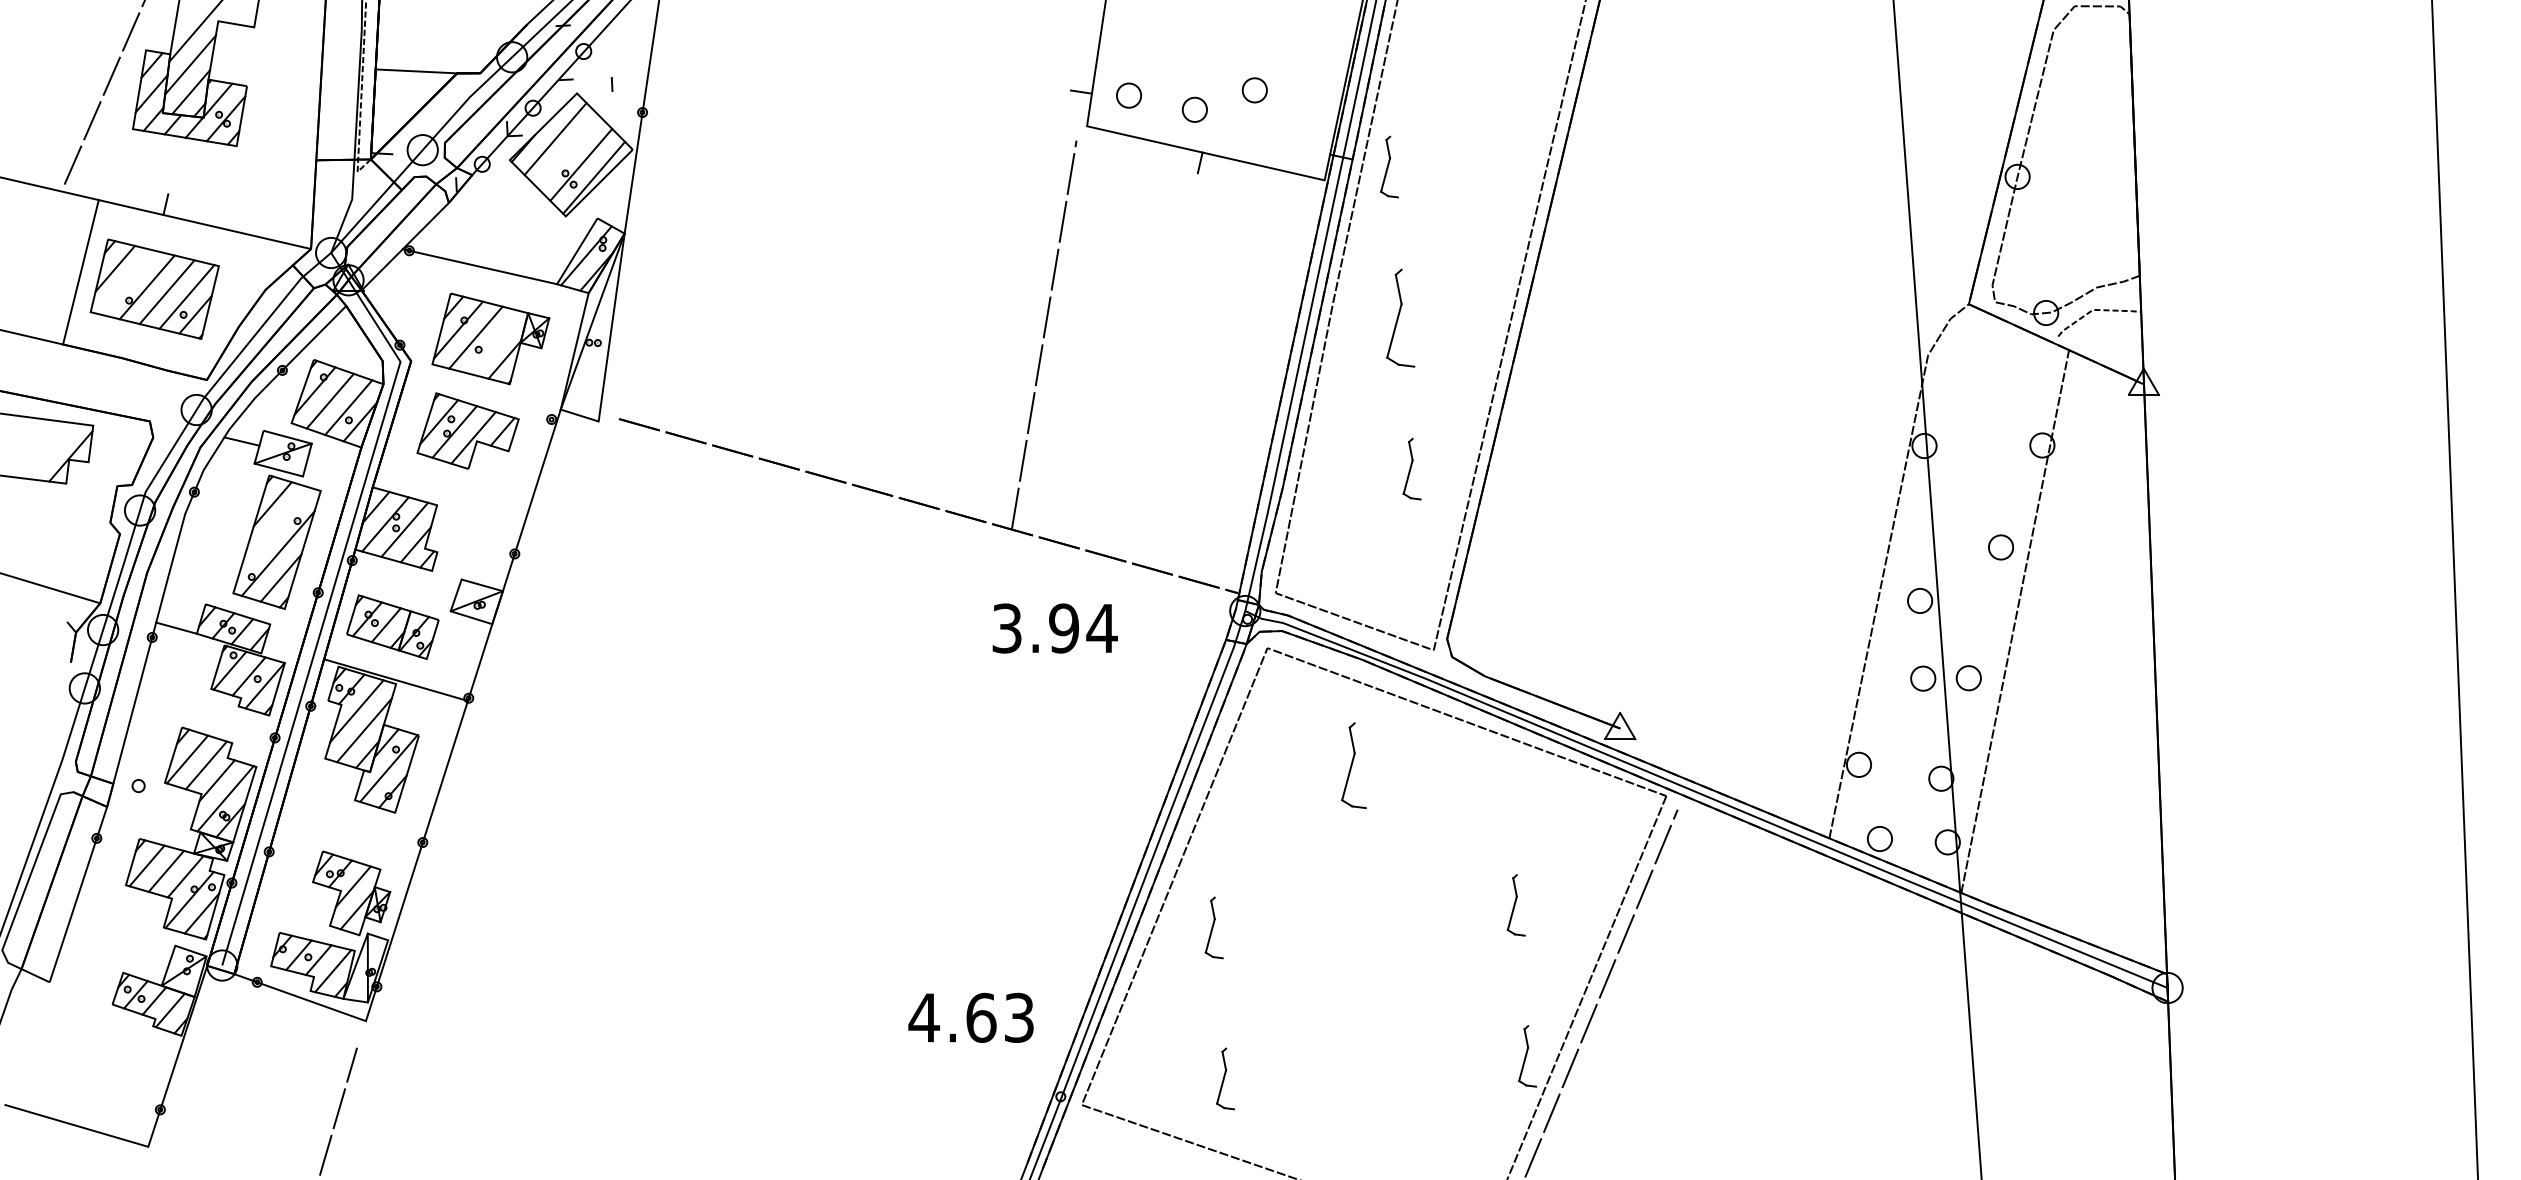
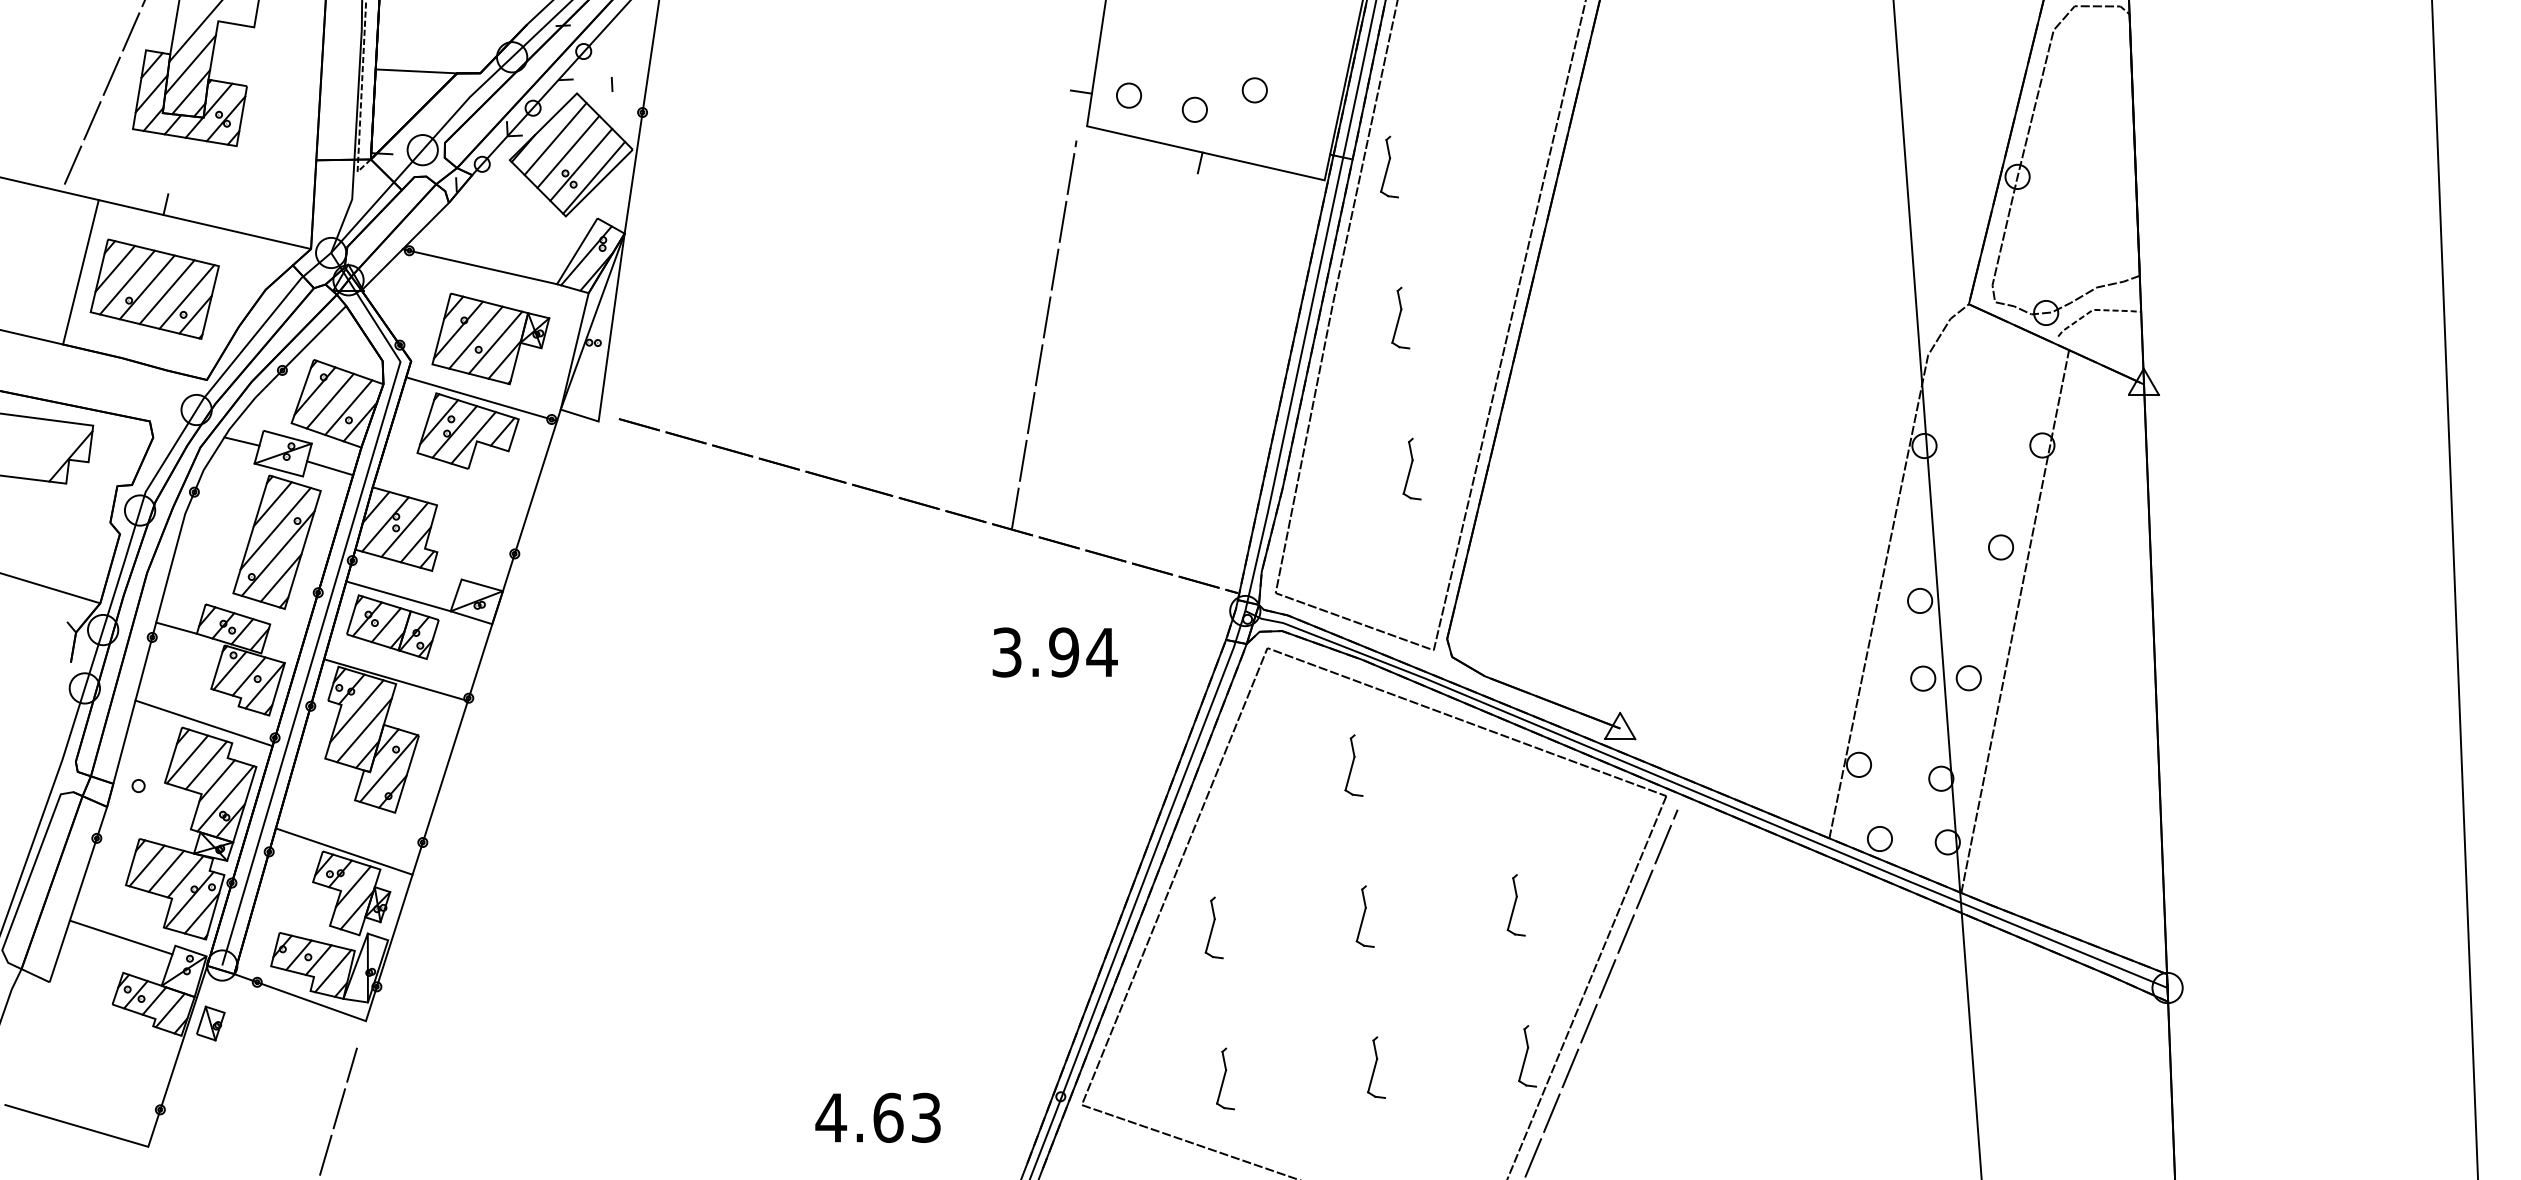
line at (568, 151): none -> present
line at (127, 282): none -> present
part at (1400, 317) size: 30x100 px -> 20x64 px
line at (495, 342): none -> present
line at (481, 399): none -> present
line at (330, 468): none -> present
line at (275, 528): none -> present
line at (398, 596): none -> present
text at (1054, 628) position: (1054, 628) -> (1054, 652)
line at (203, 723): none -> present
part at (1353, 765) size: 26x87 px -> 20x63 px
line at (343, 851): none -> present
part at (1364, 916): none -> present
line at (120, 937): none -> present
text at (970, 1017) position: (970, 1017) -> (877, 1117)
part at (210, 1023): none -> present
part at (1376, 1067): none -> present
